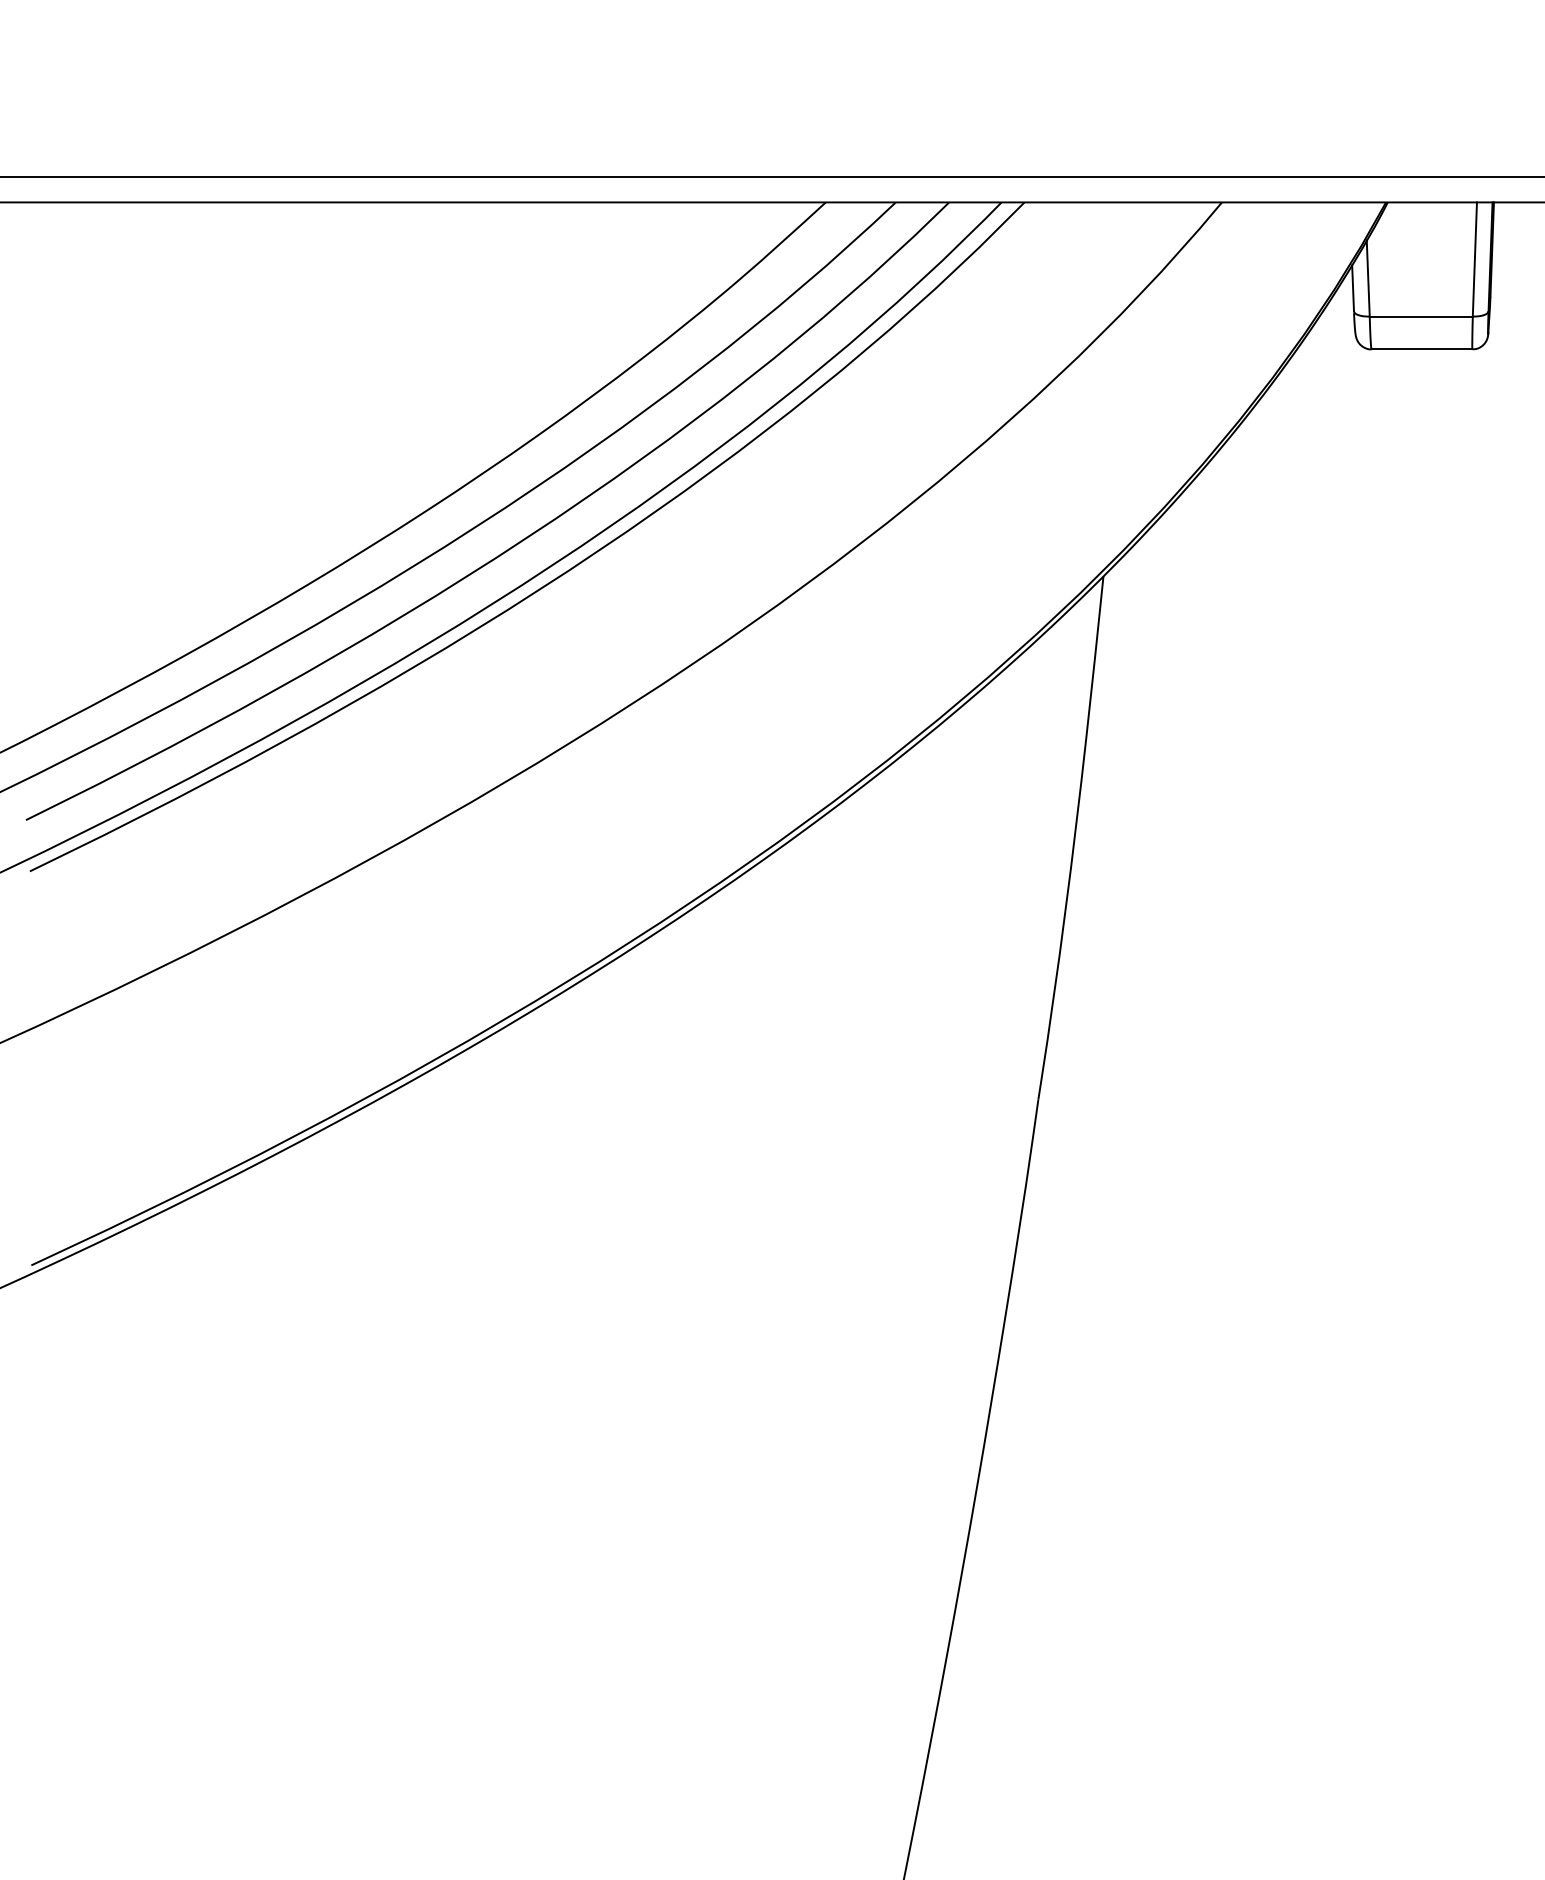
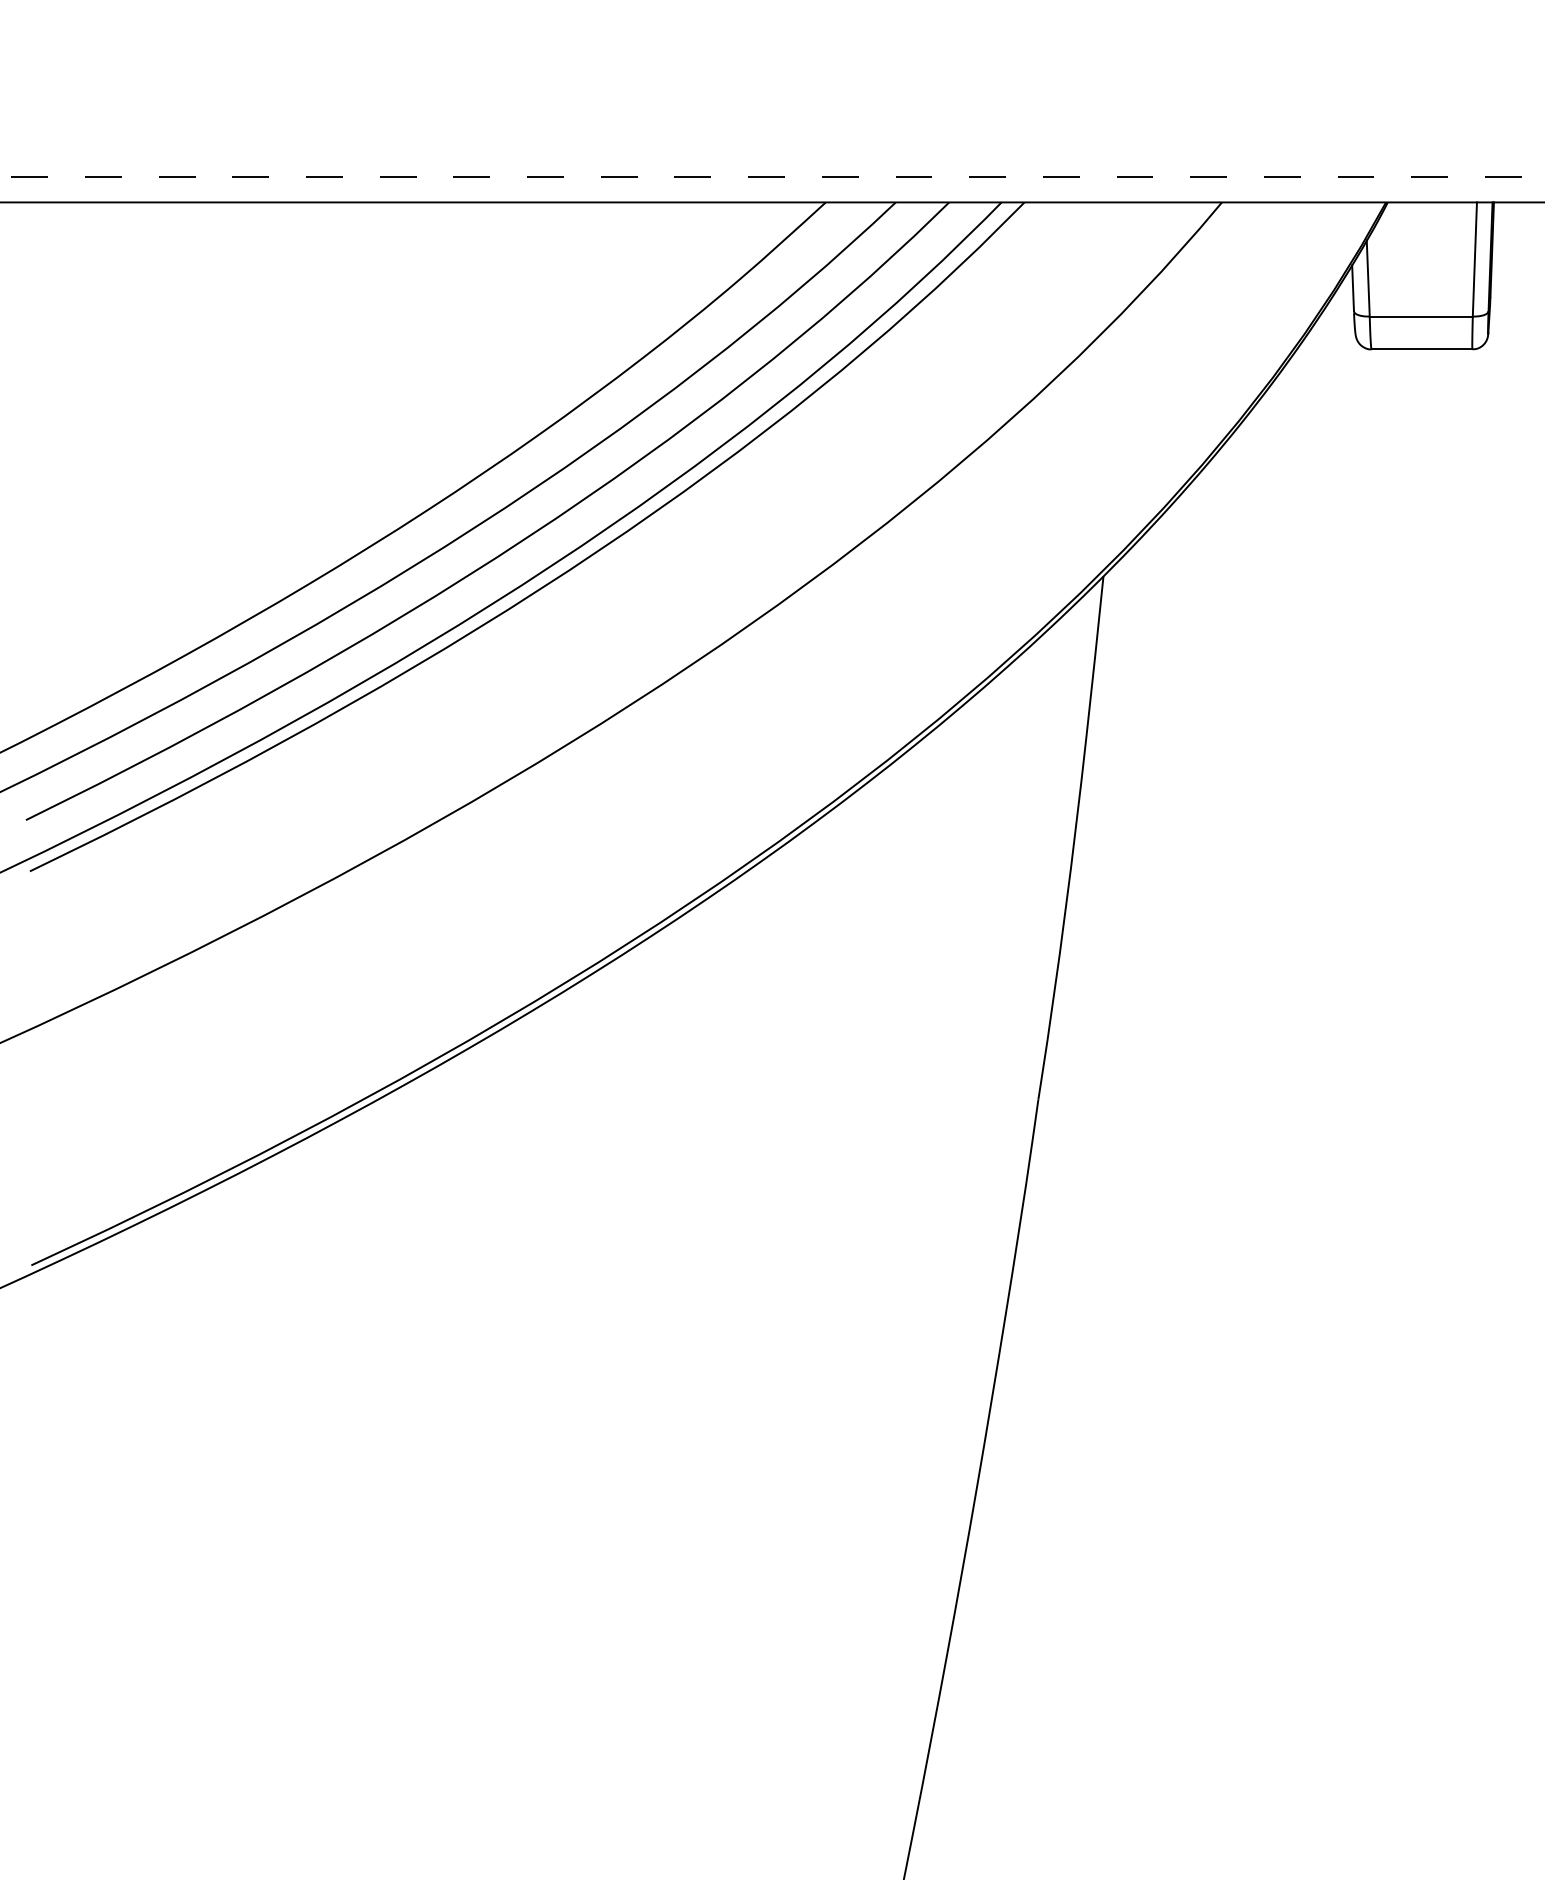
line at (772, 176): solid -> dashed
